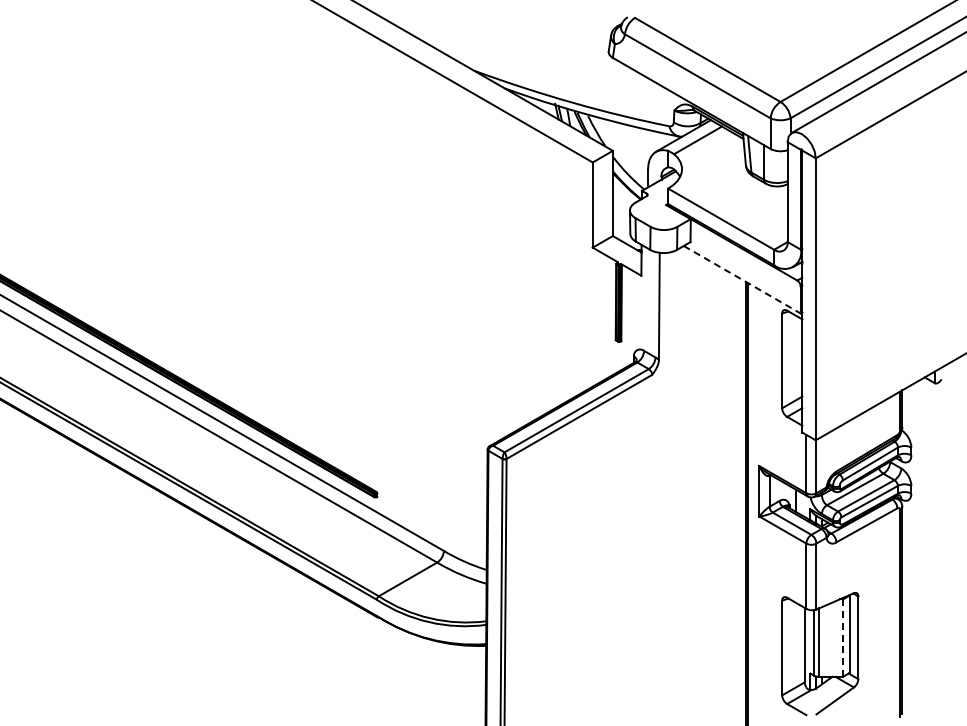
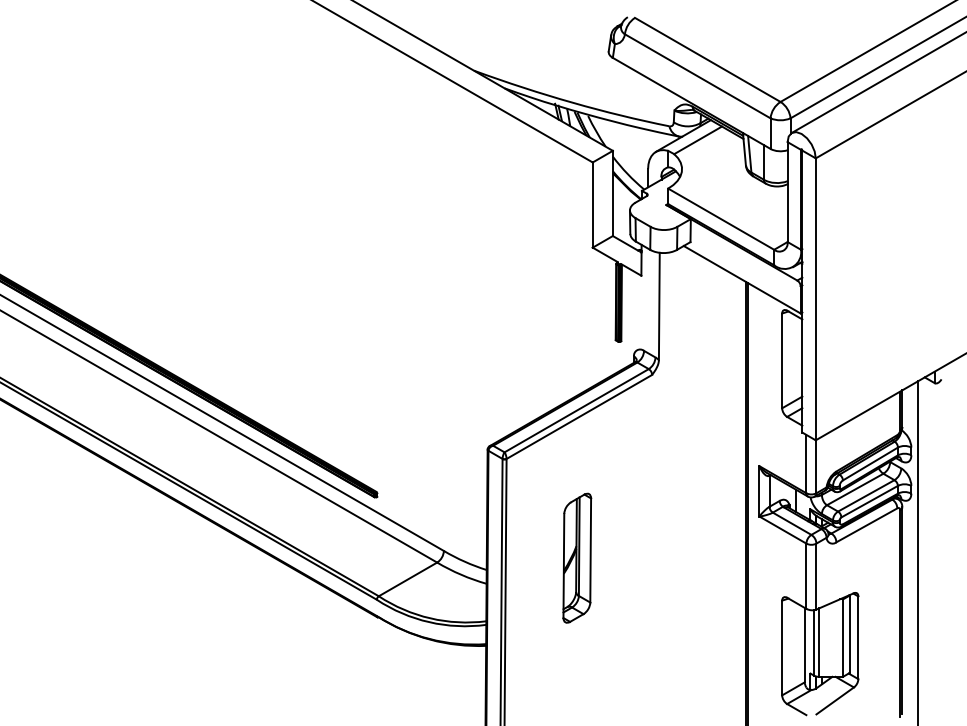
line at (742, 280): dashed -> solid
line at (918, 551): none -> present
part at (577, 557): none -> present
line at (843, 638): dashed -> solid
